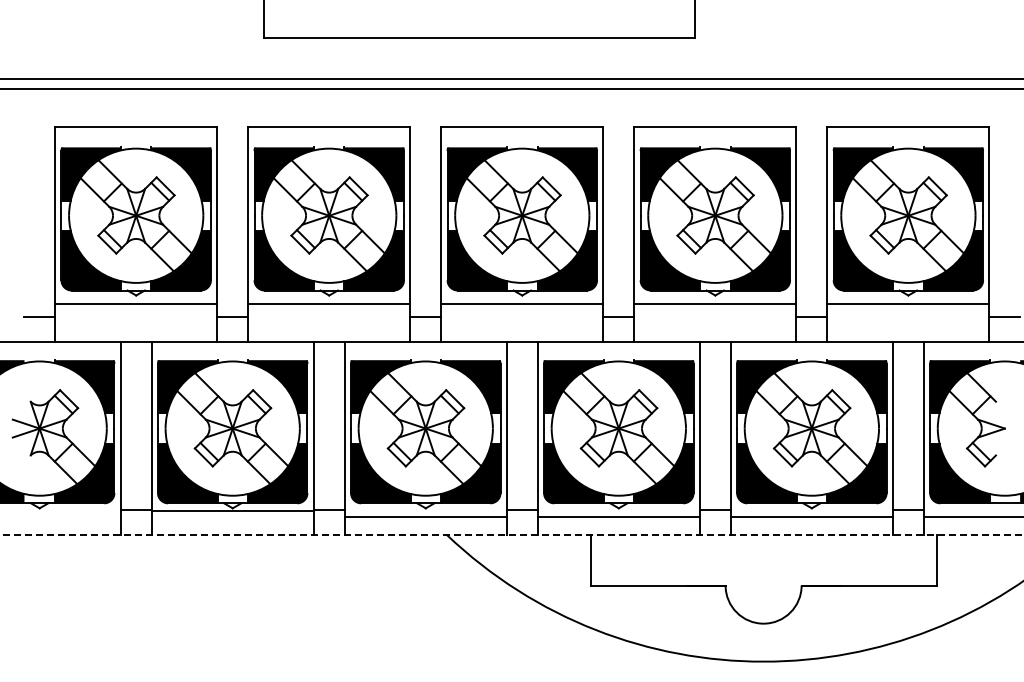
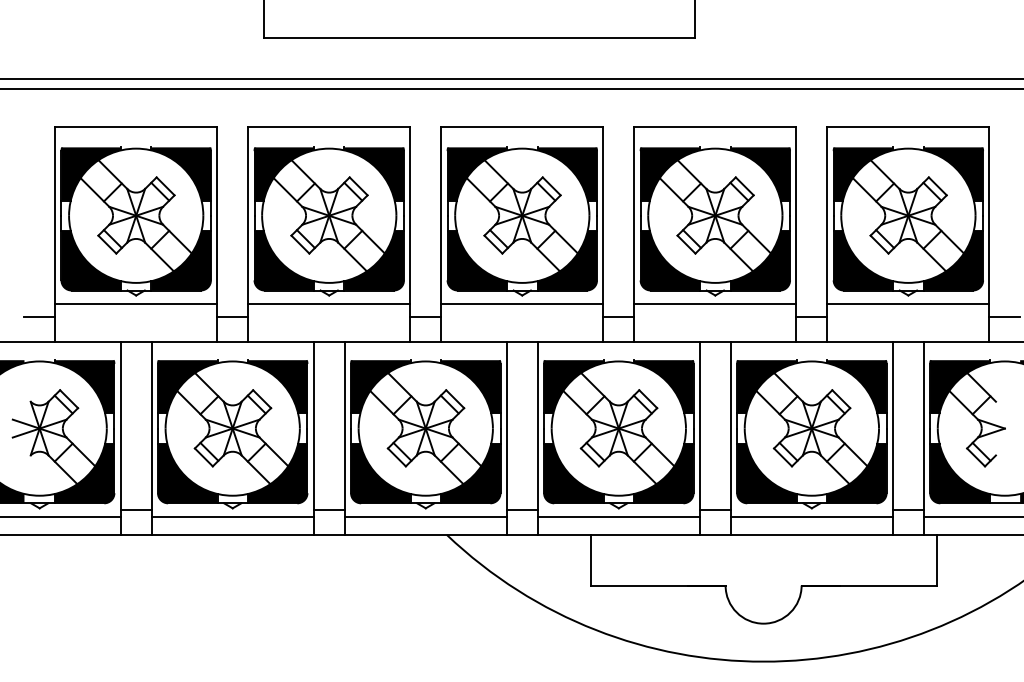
line at (232, 511) position: (232, 511) -> (232, 517)
line at (61, 517): none -> present
line at (512, 535): dashed -> solid
